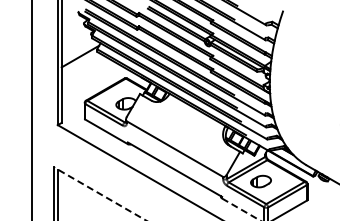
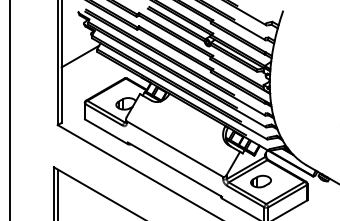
line at (31, 109) position: (31, 109) -> (9, 109)
line at (99, 193): dashed -> solid
line at (241, 210): dashed -> solid
